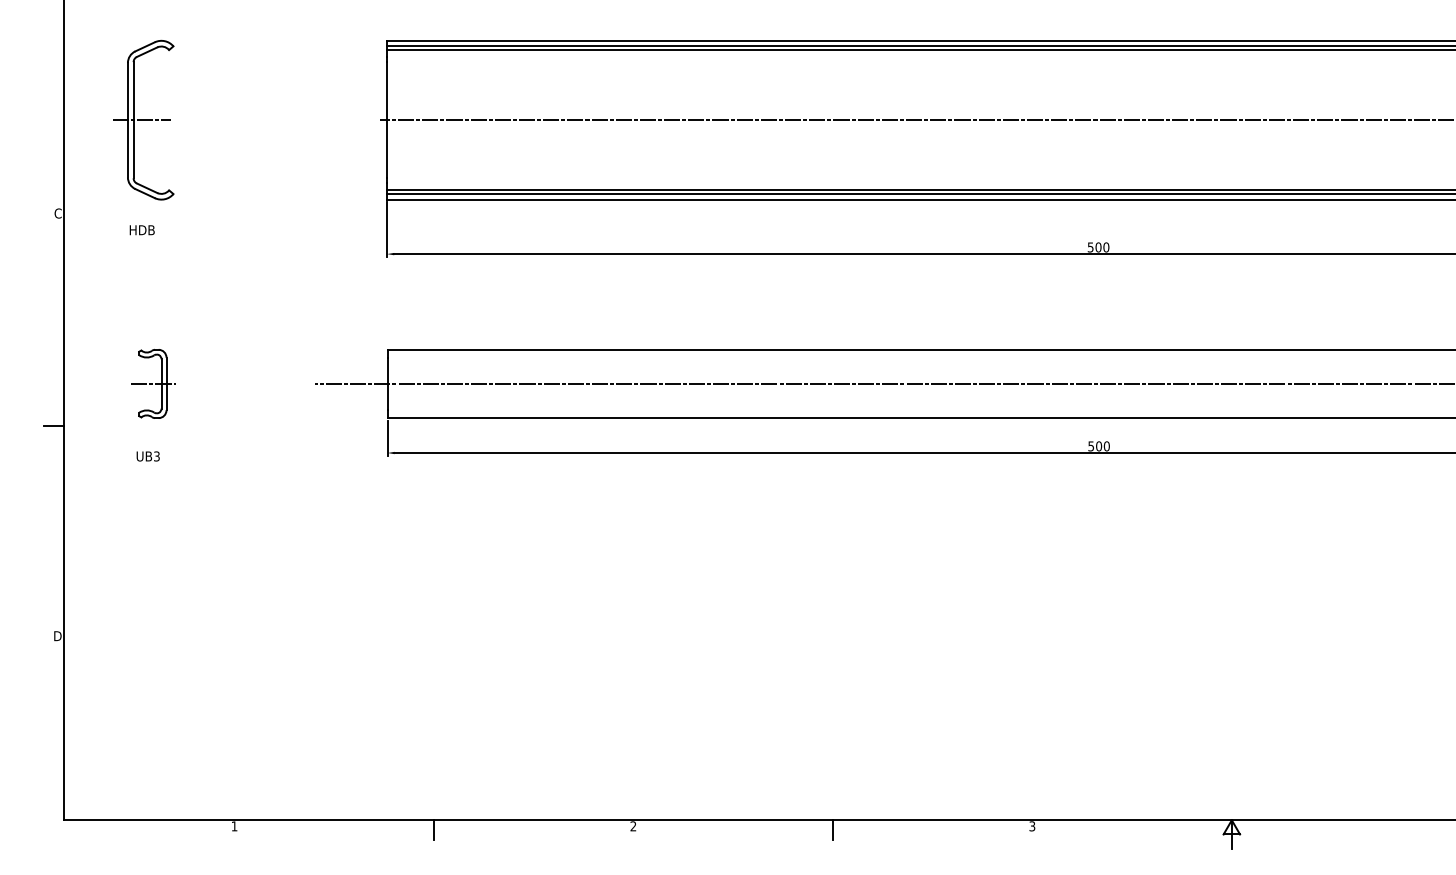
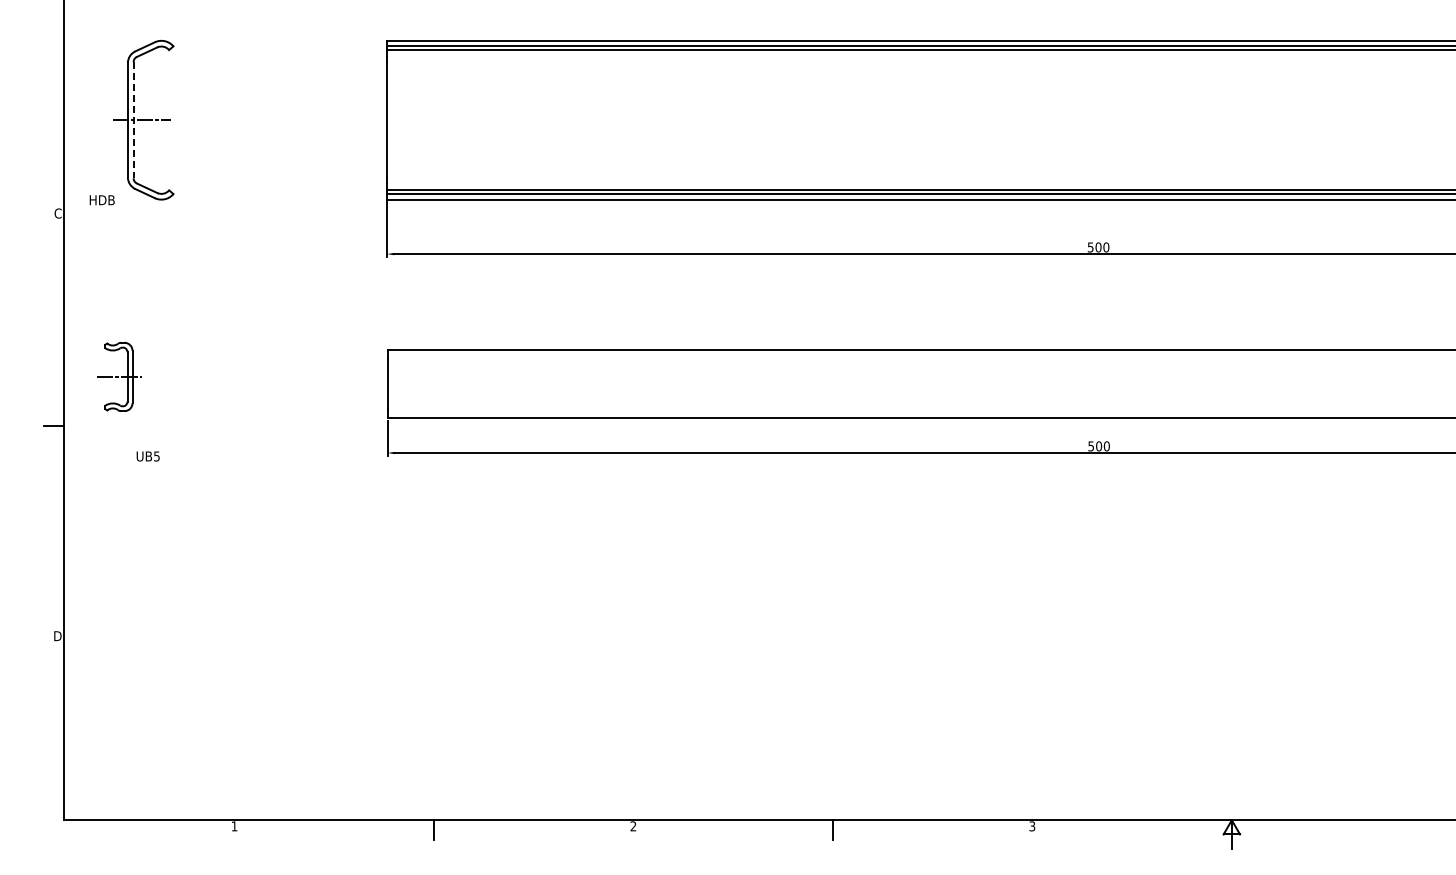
line at (133, 120): solid -> dashed
line at (915, 120): present -> none
text at (141, 230) position: (141, 230) -> (101, 200)
part at (153, 383) position: (153, 383) -> (119, 376)
line at (883, 383): present -> none
text at (156, 455): UB3 -> UB5
